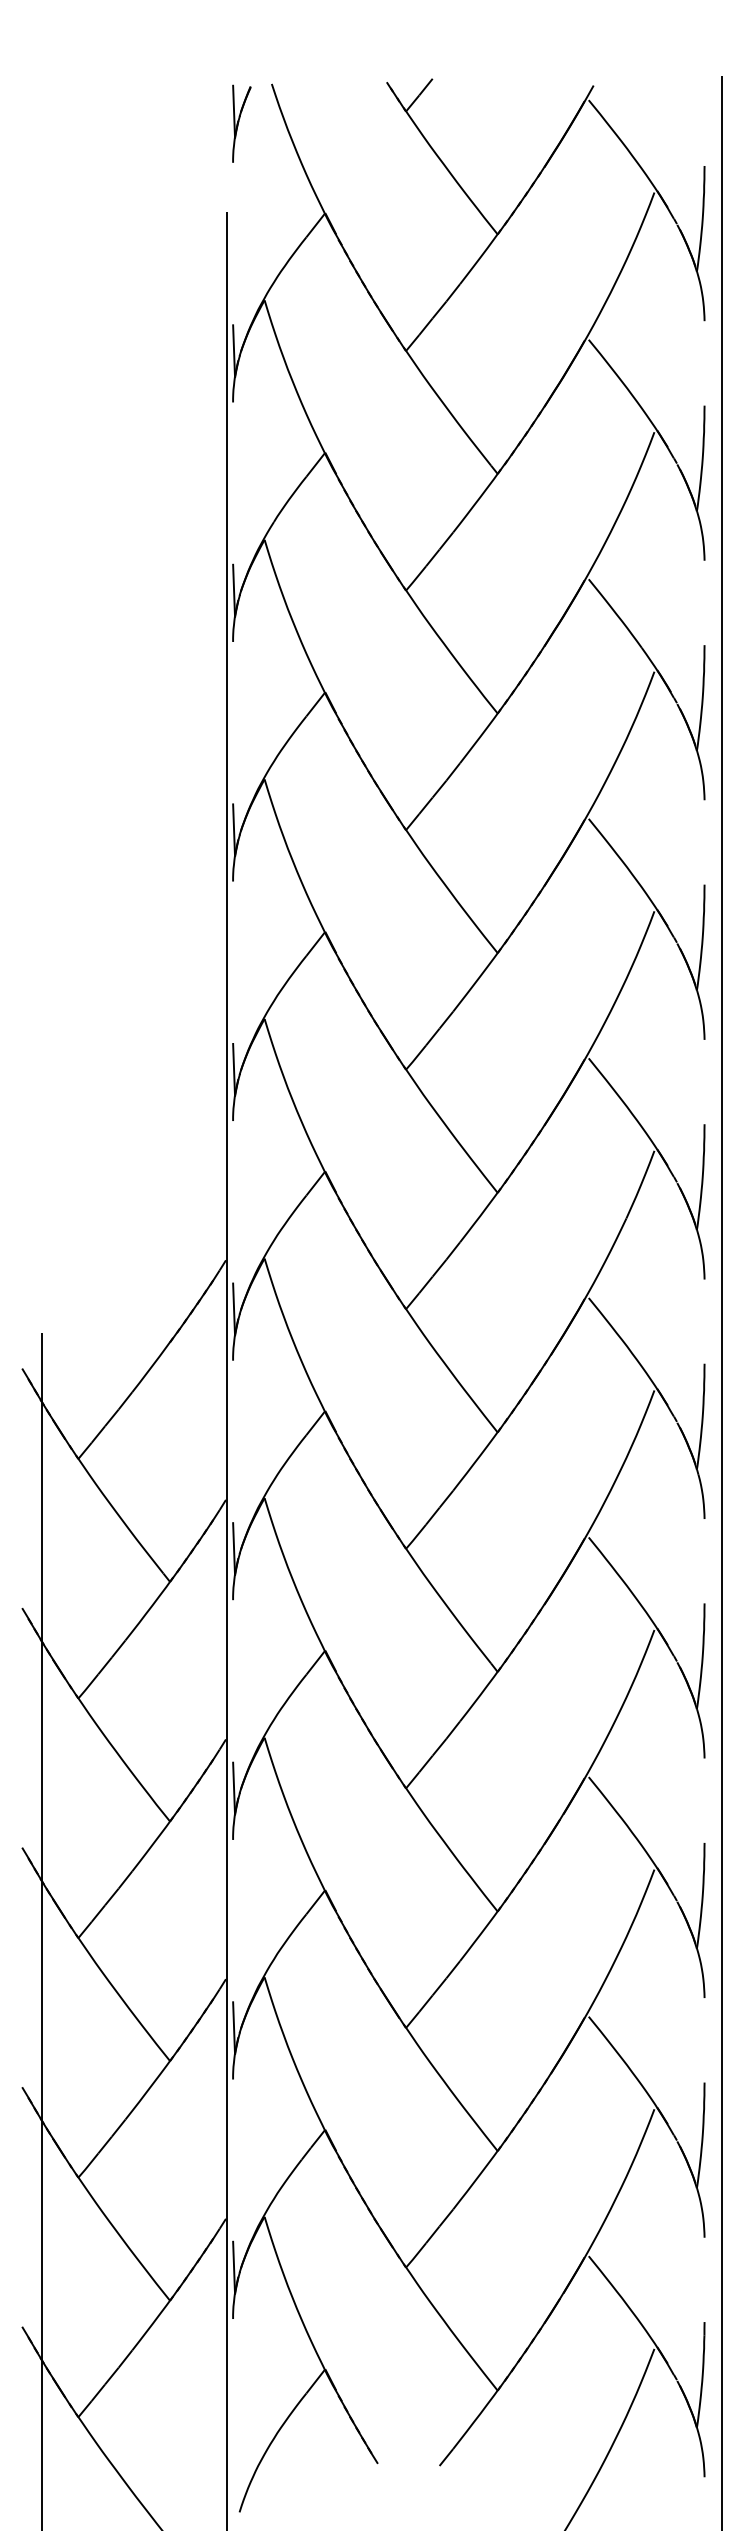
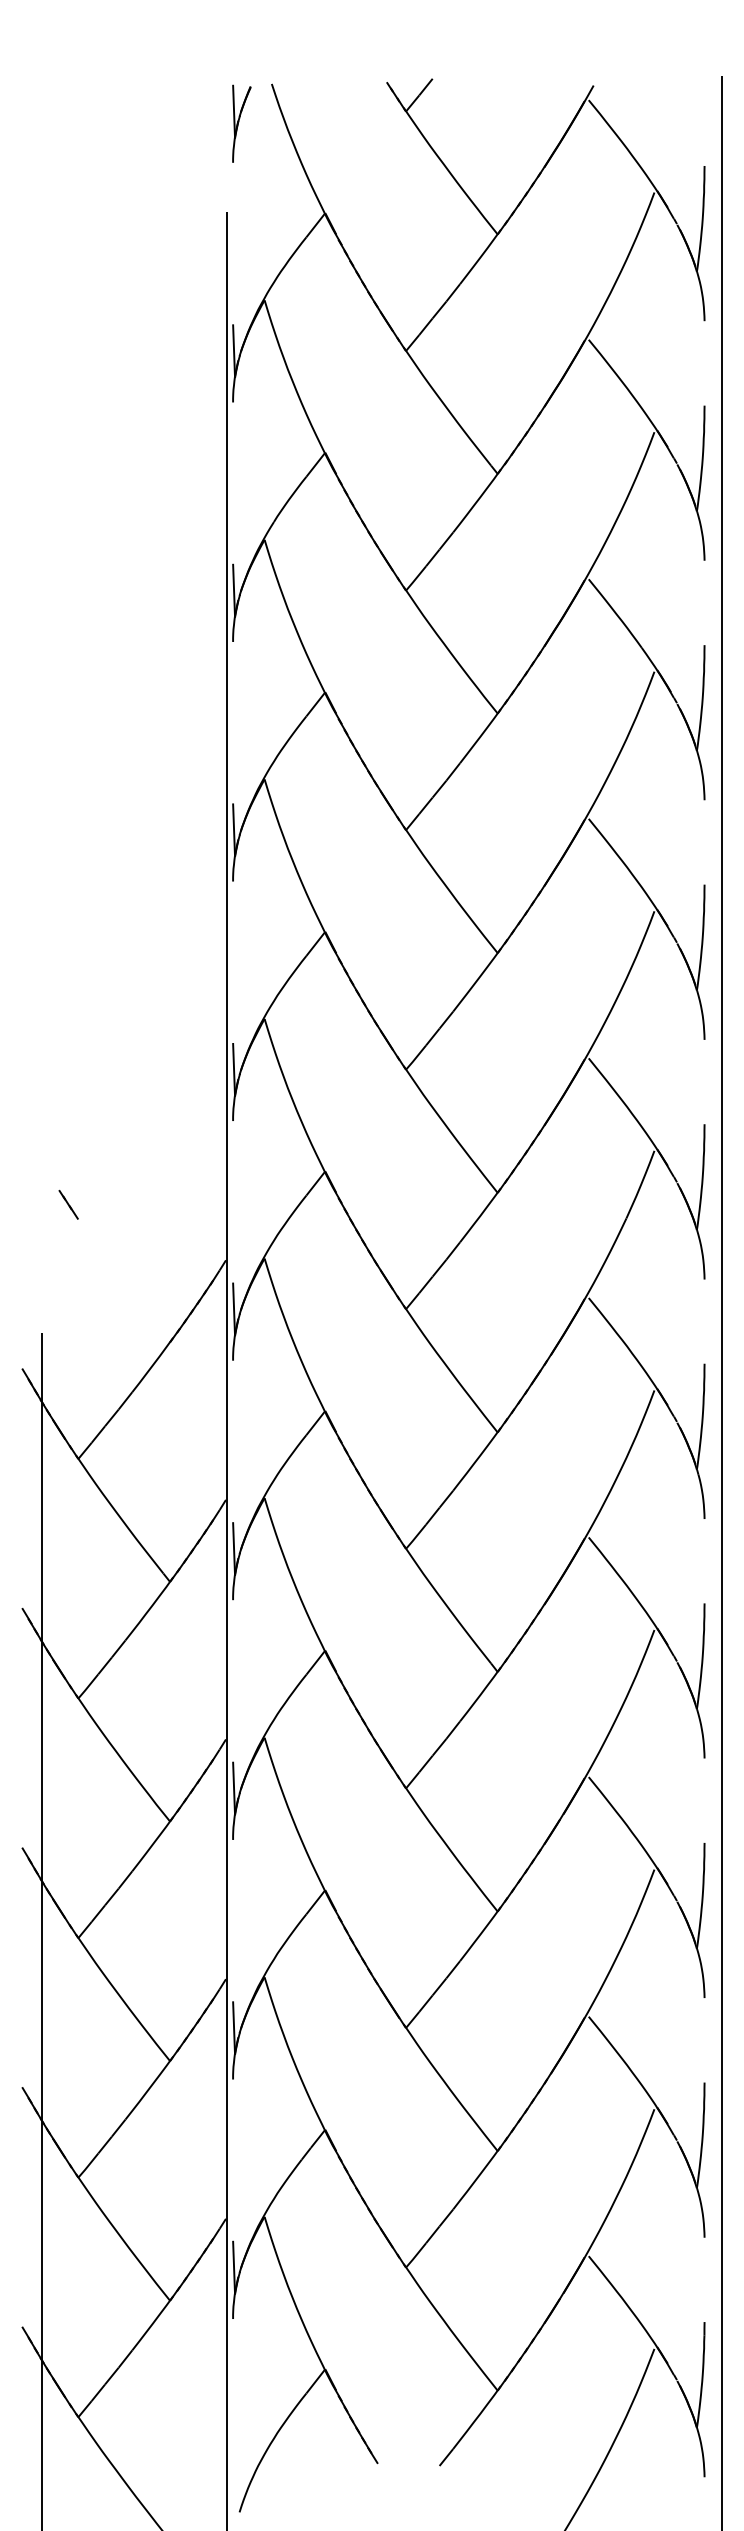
line at (68, 1204): none -> present
